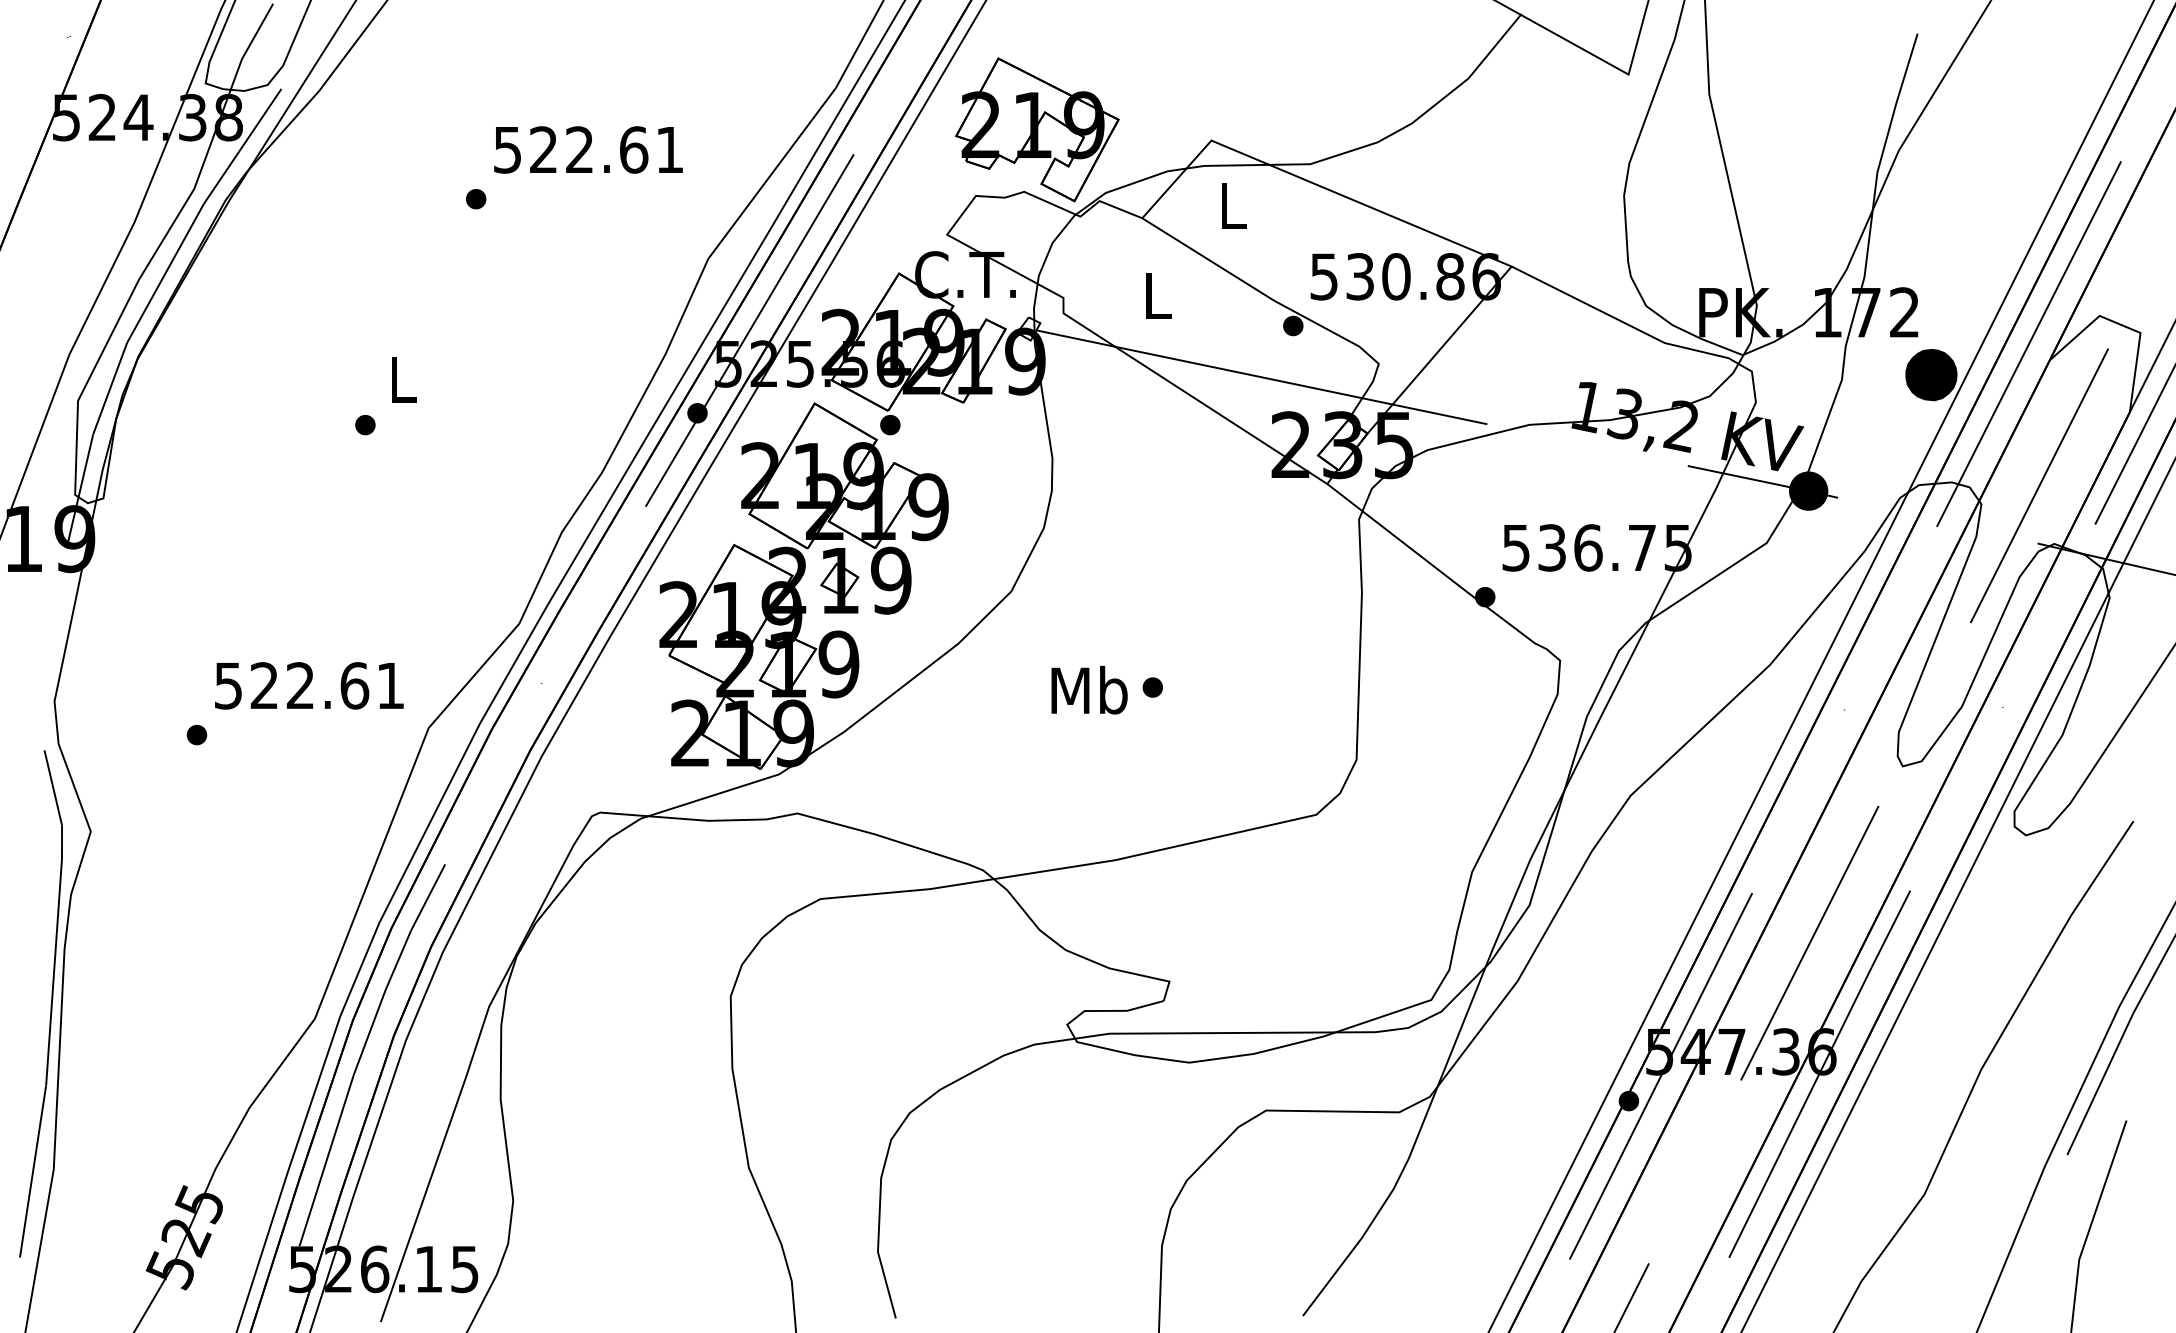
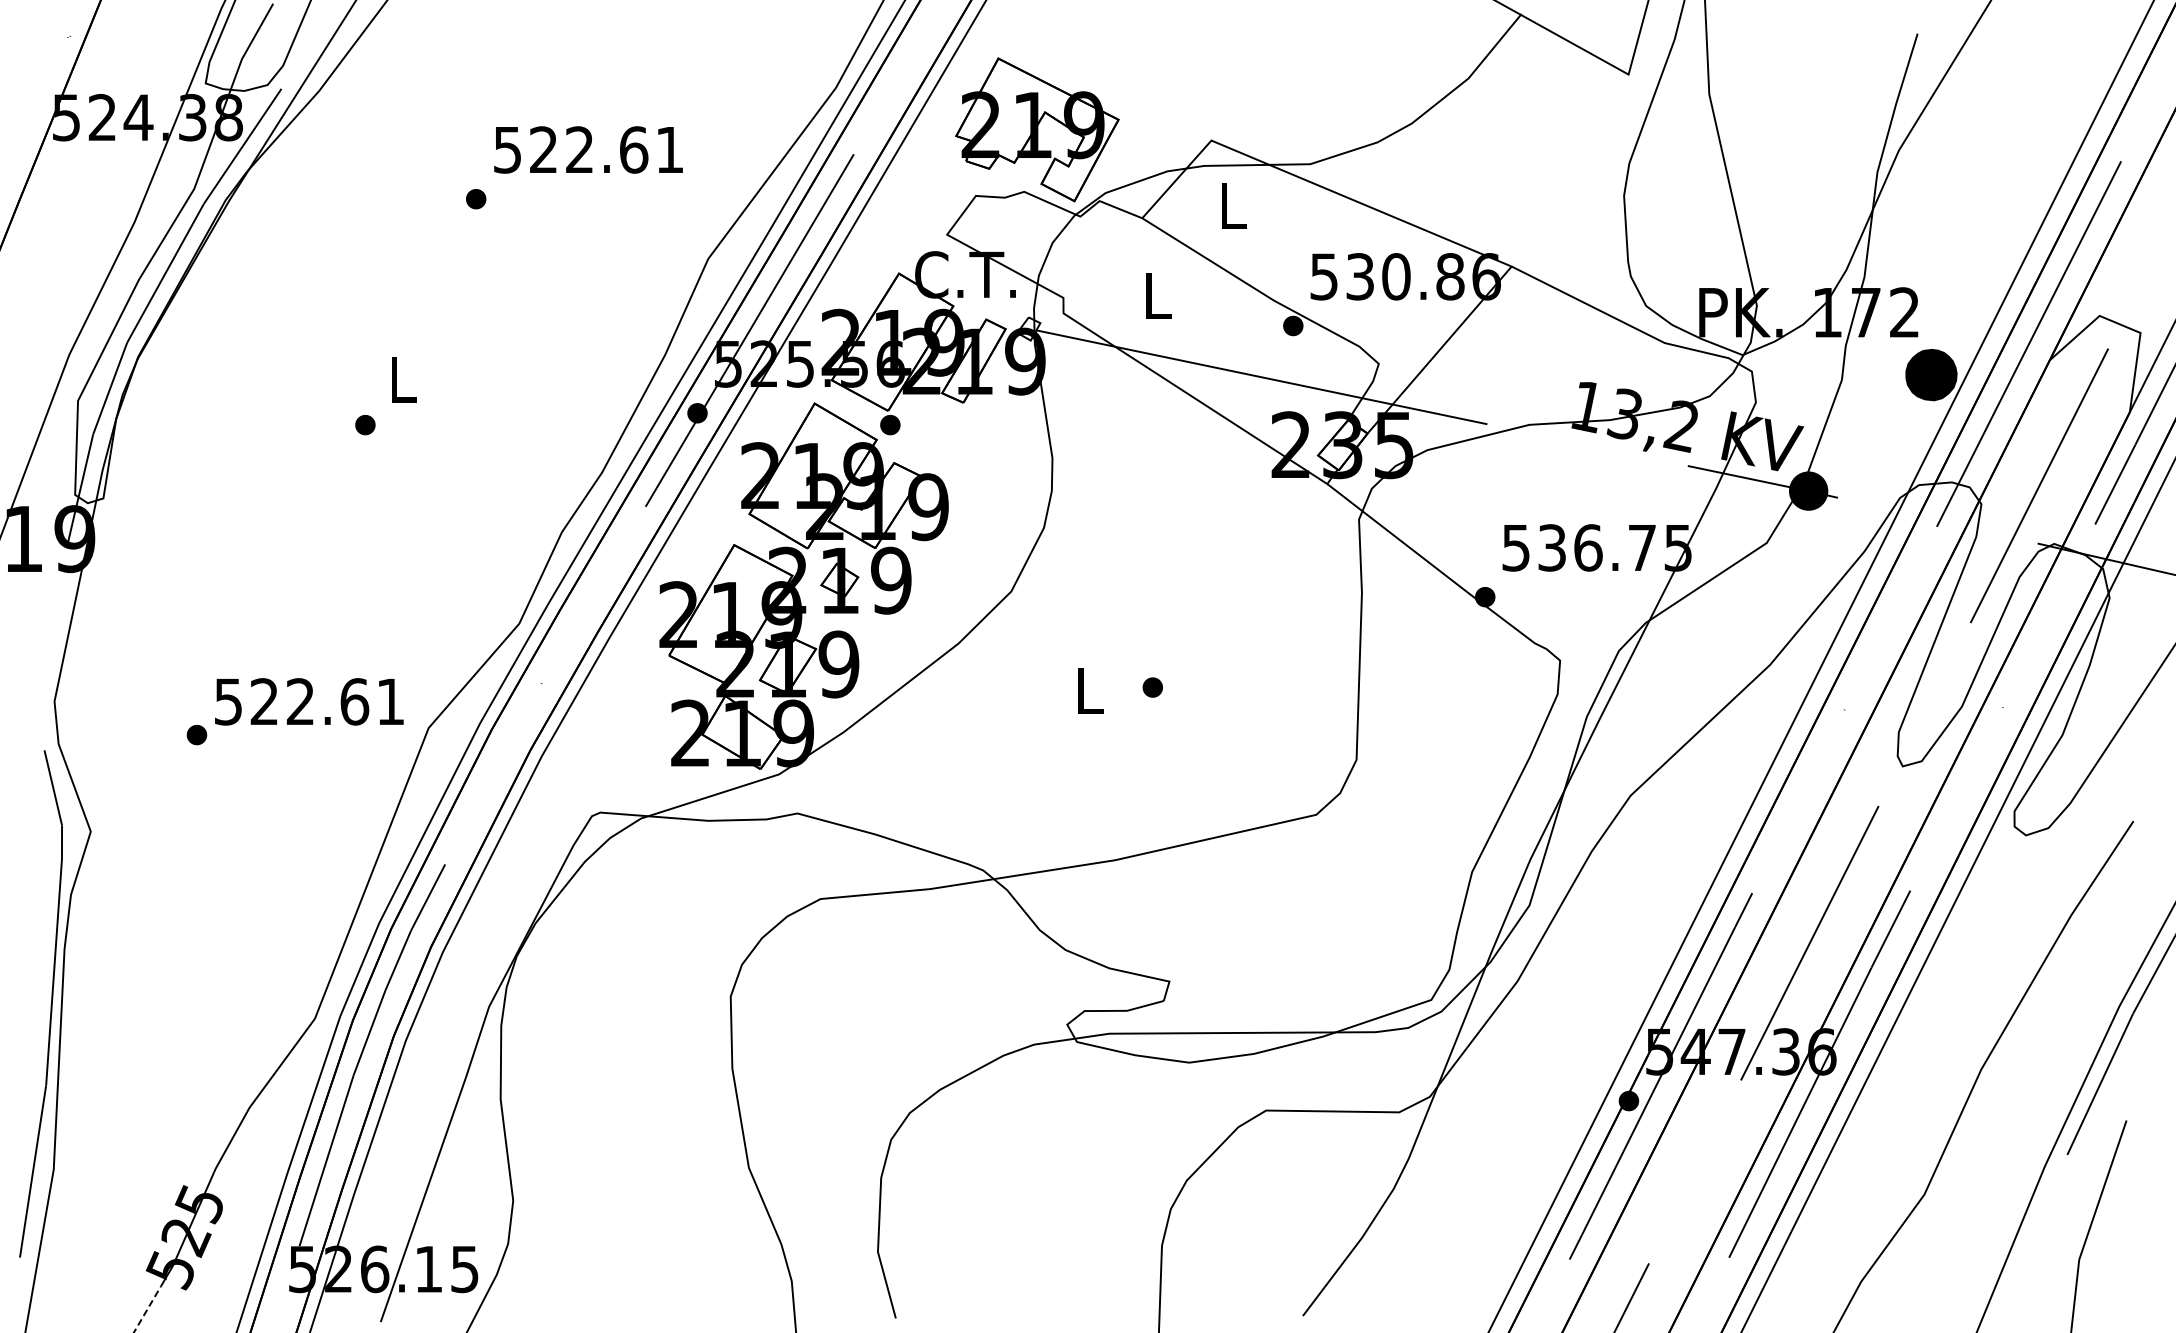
text at (309, 685) position: (309, 685) -> (309, 701)
text at (1089, 689): Mb -> L
line at (147, 1309): solid -> dashed
